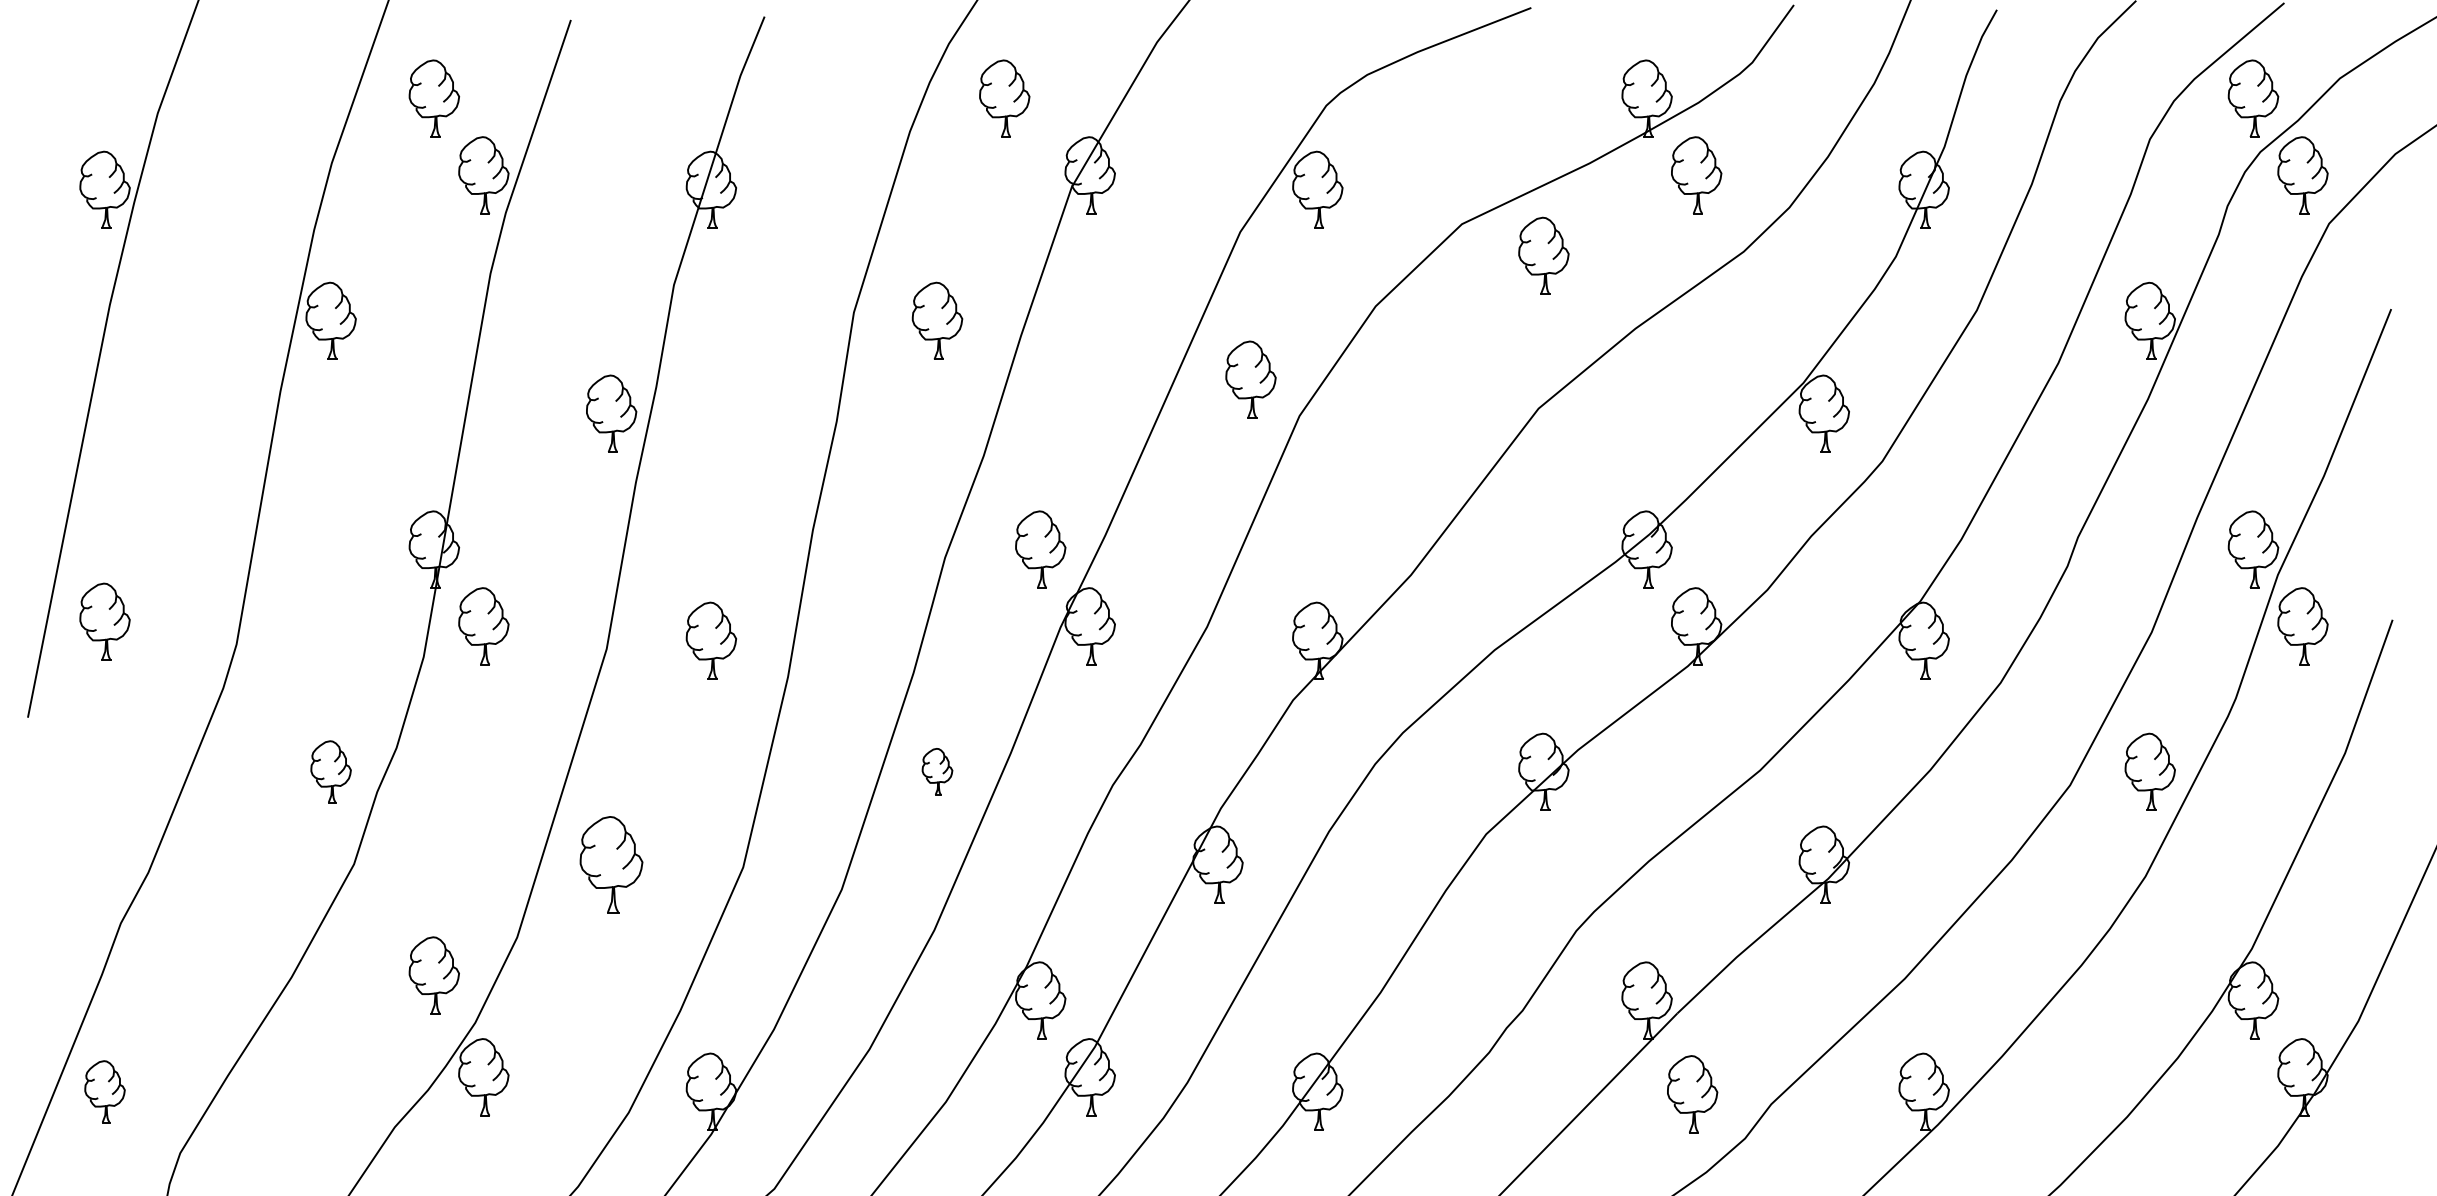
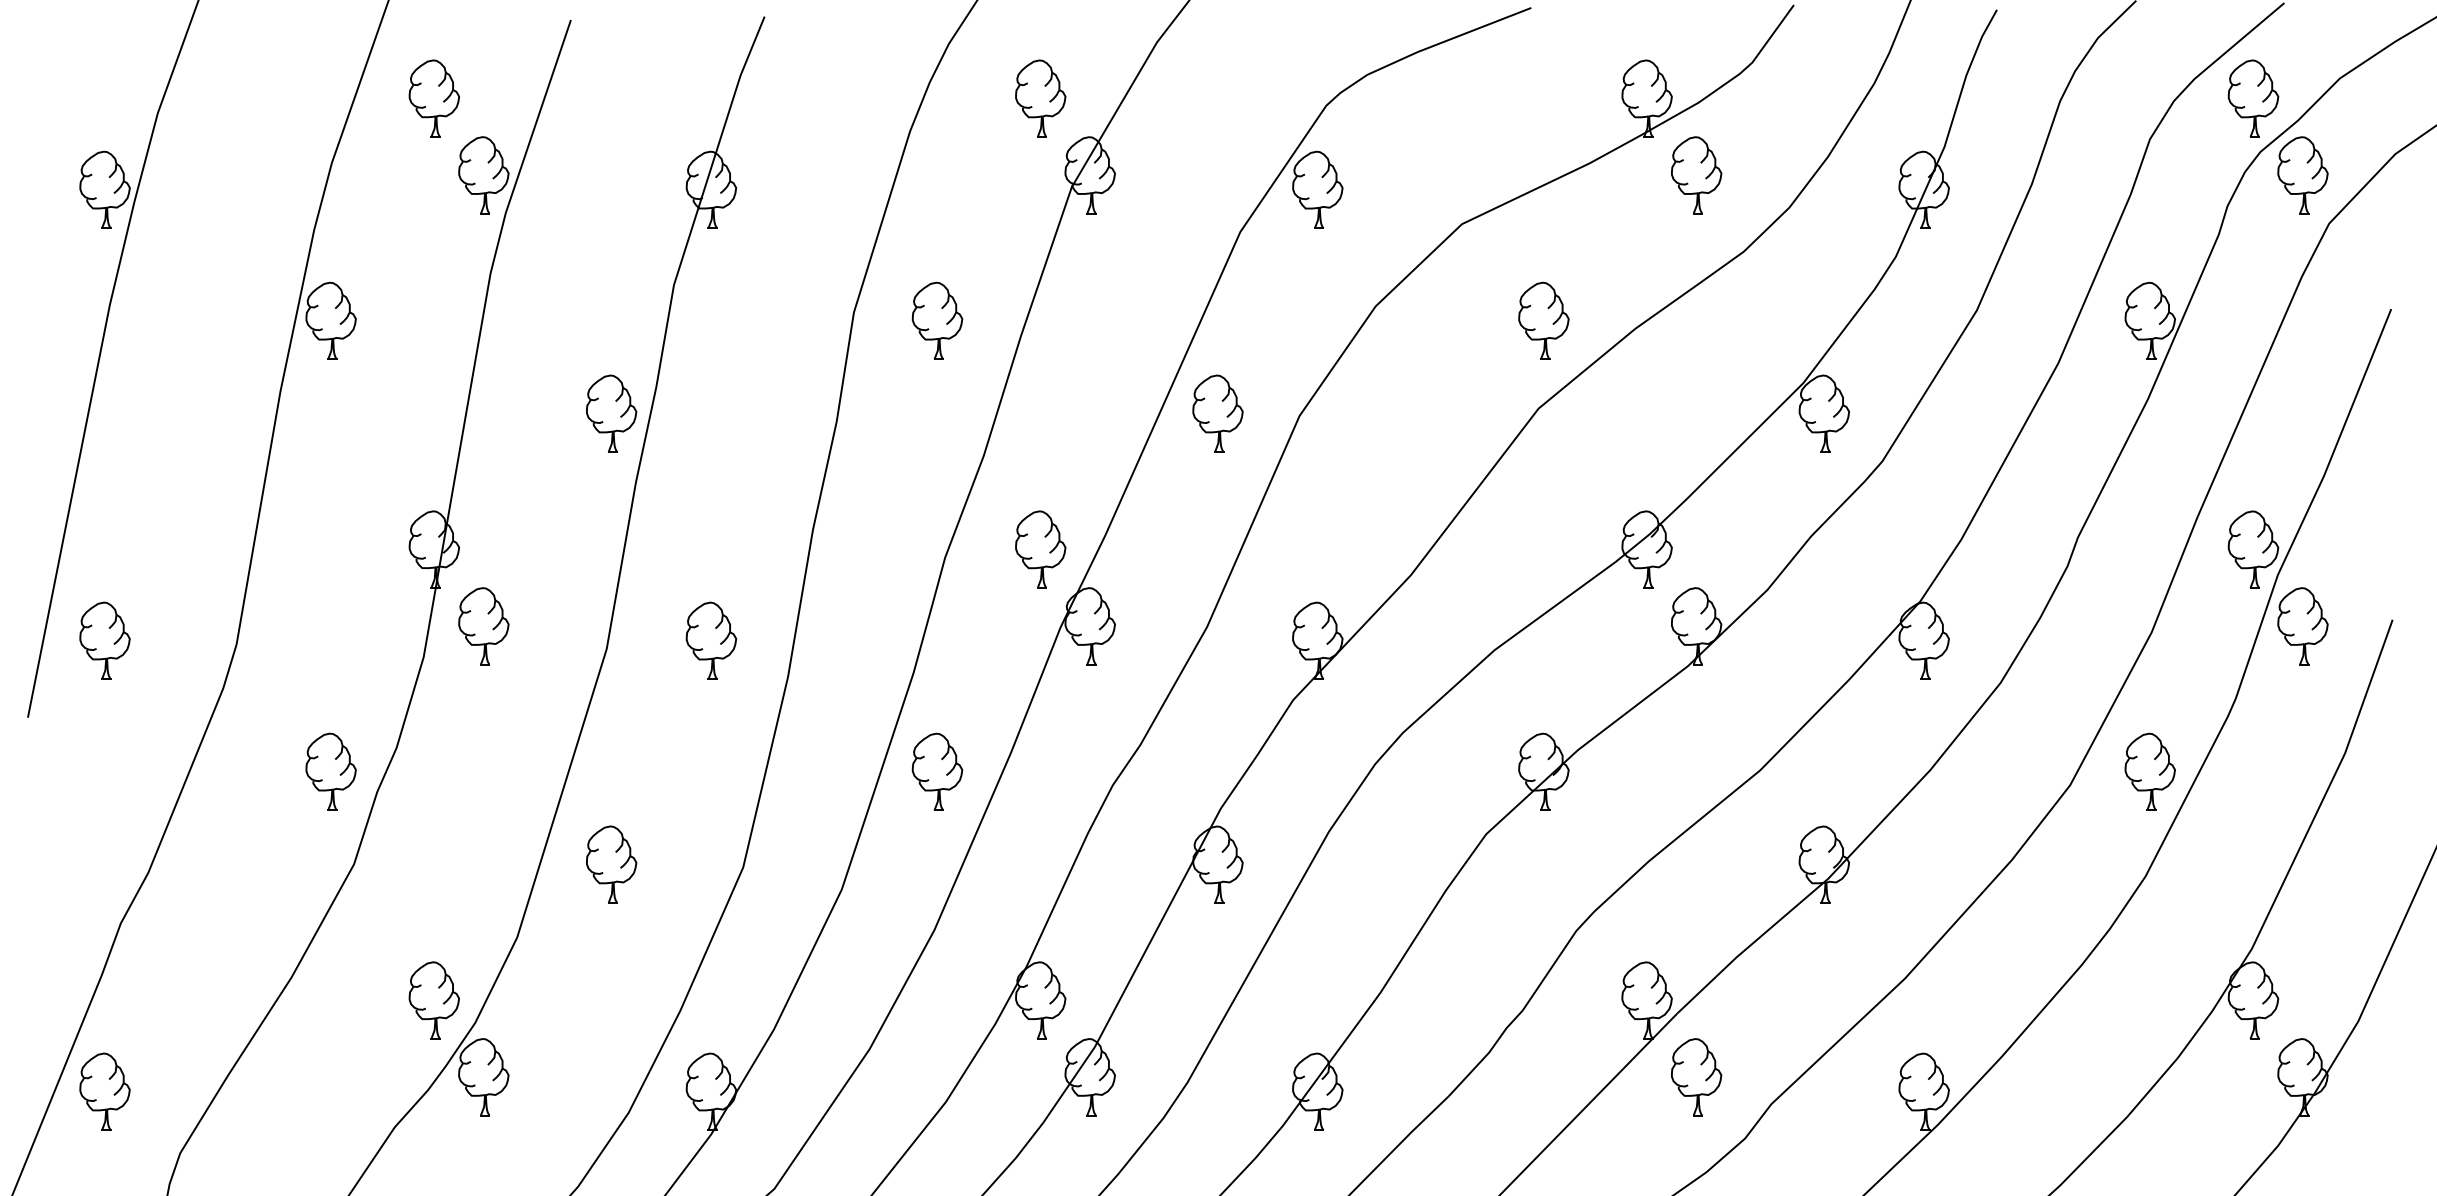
part at (1004, 98) position: (1004, 98) -> (1040, 98)
part at (1543, 255) position: (1543, 255) -> (1543, 320)
part at (1250, 379) position: (1250, 379) -> (1217, 413)
part at (104, 621) position: (104, 621) -> (104, 640)
part at (330, 771) size: 42x64 px -> 52x79 px
part at (937, 771) size: 33x48 px -> 53x79 px
part at (611, 864) size: 65x98 px -> 52x79 px
part at (433, 975) position: (433, 975) -> (433, 1000)
part at (104, 1091) size: 42x64 px -> 52x79 px
part at (1692, 1094) position: (1692, 1094) -> (1696, 1077)
